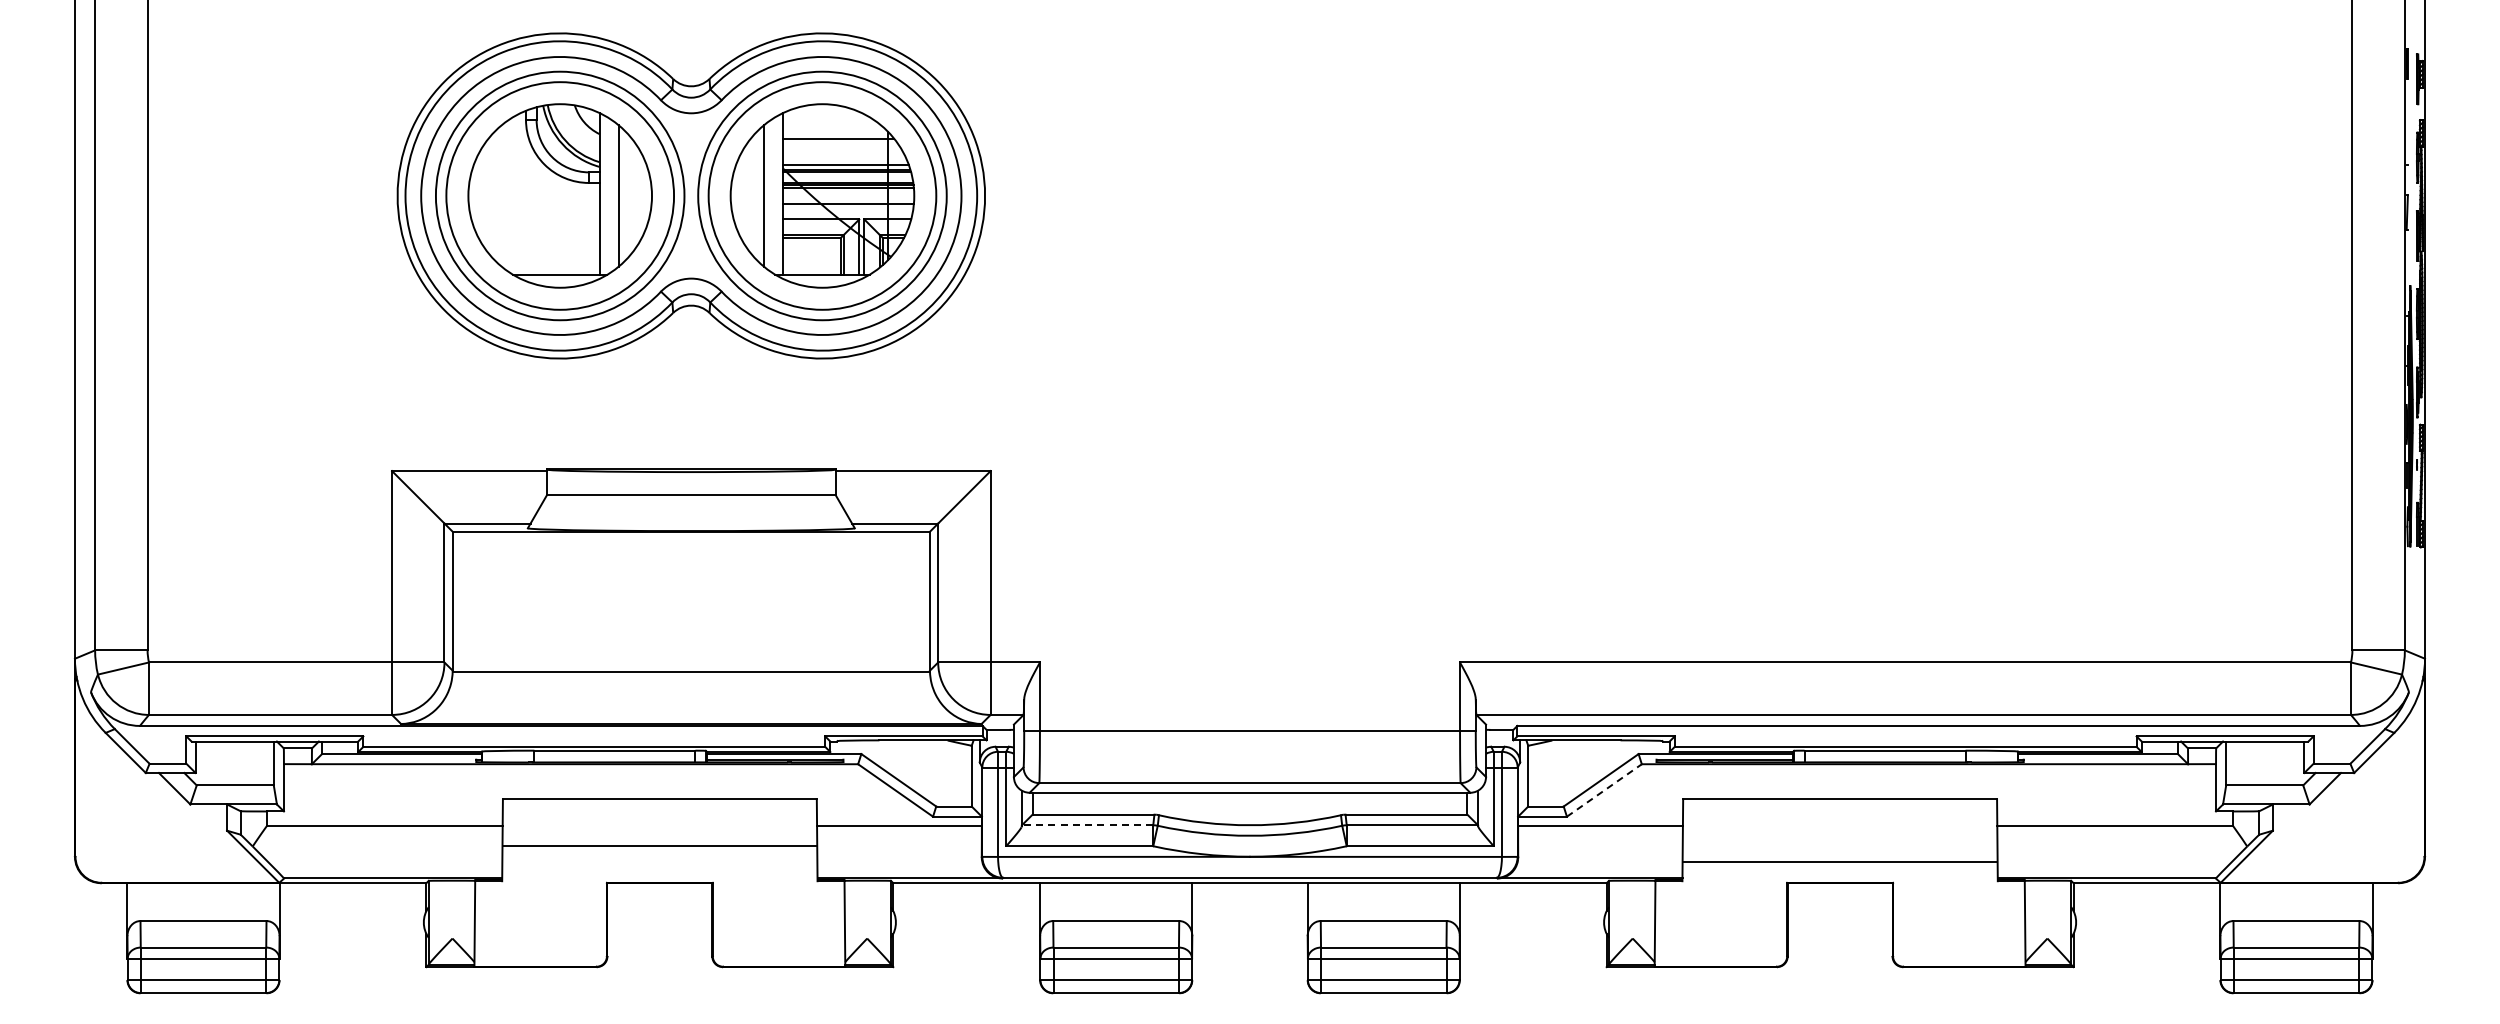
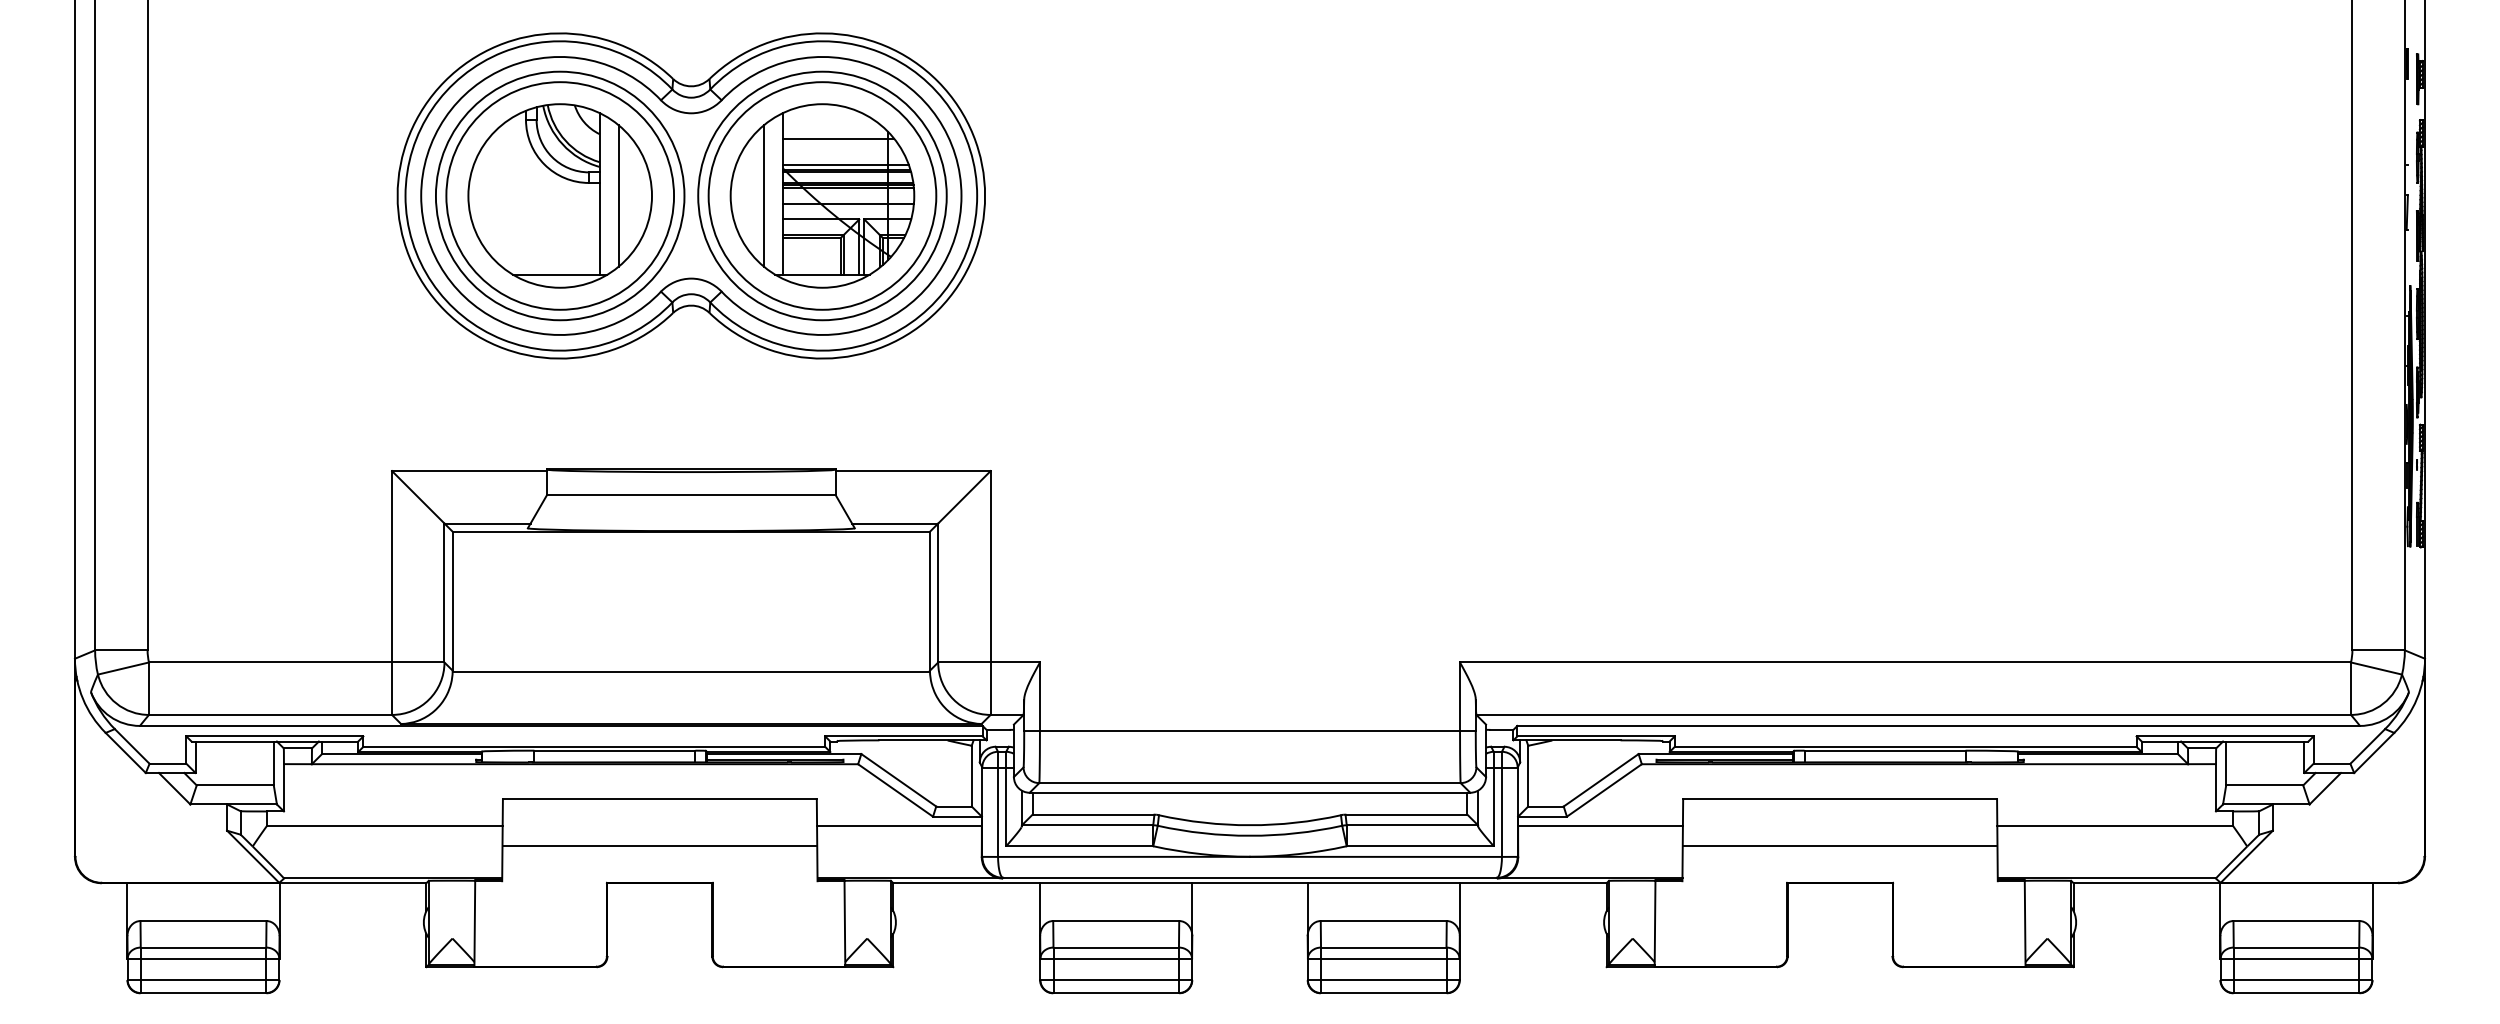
line at (1604, 790): dashed -> solid
line at (1087, 825): dashed -> solid
line at (1839, 862) position: (1839, 862) -> (1839, 846)
